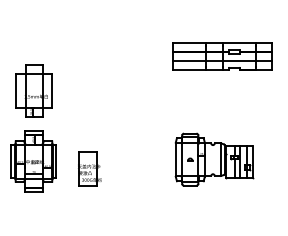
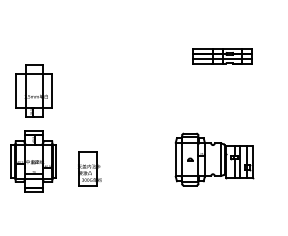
part at (222, 56) size: 101x29 px -> 61x17 px
